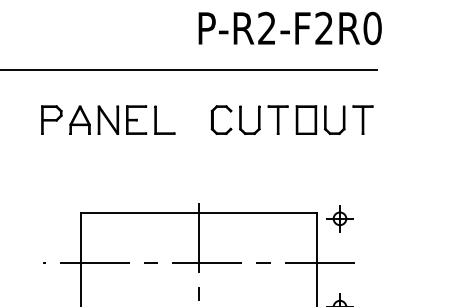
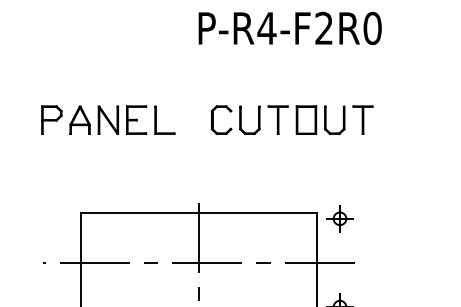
text at (266, 27): P-R2-F2R0 -> P-R4-F2R0
line at (189, 69): present -> none
